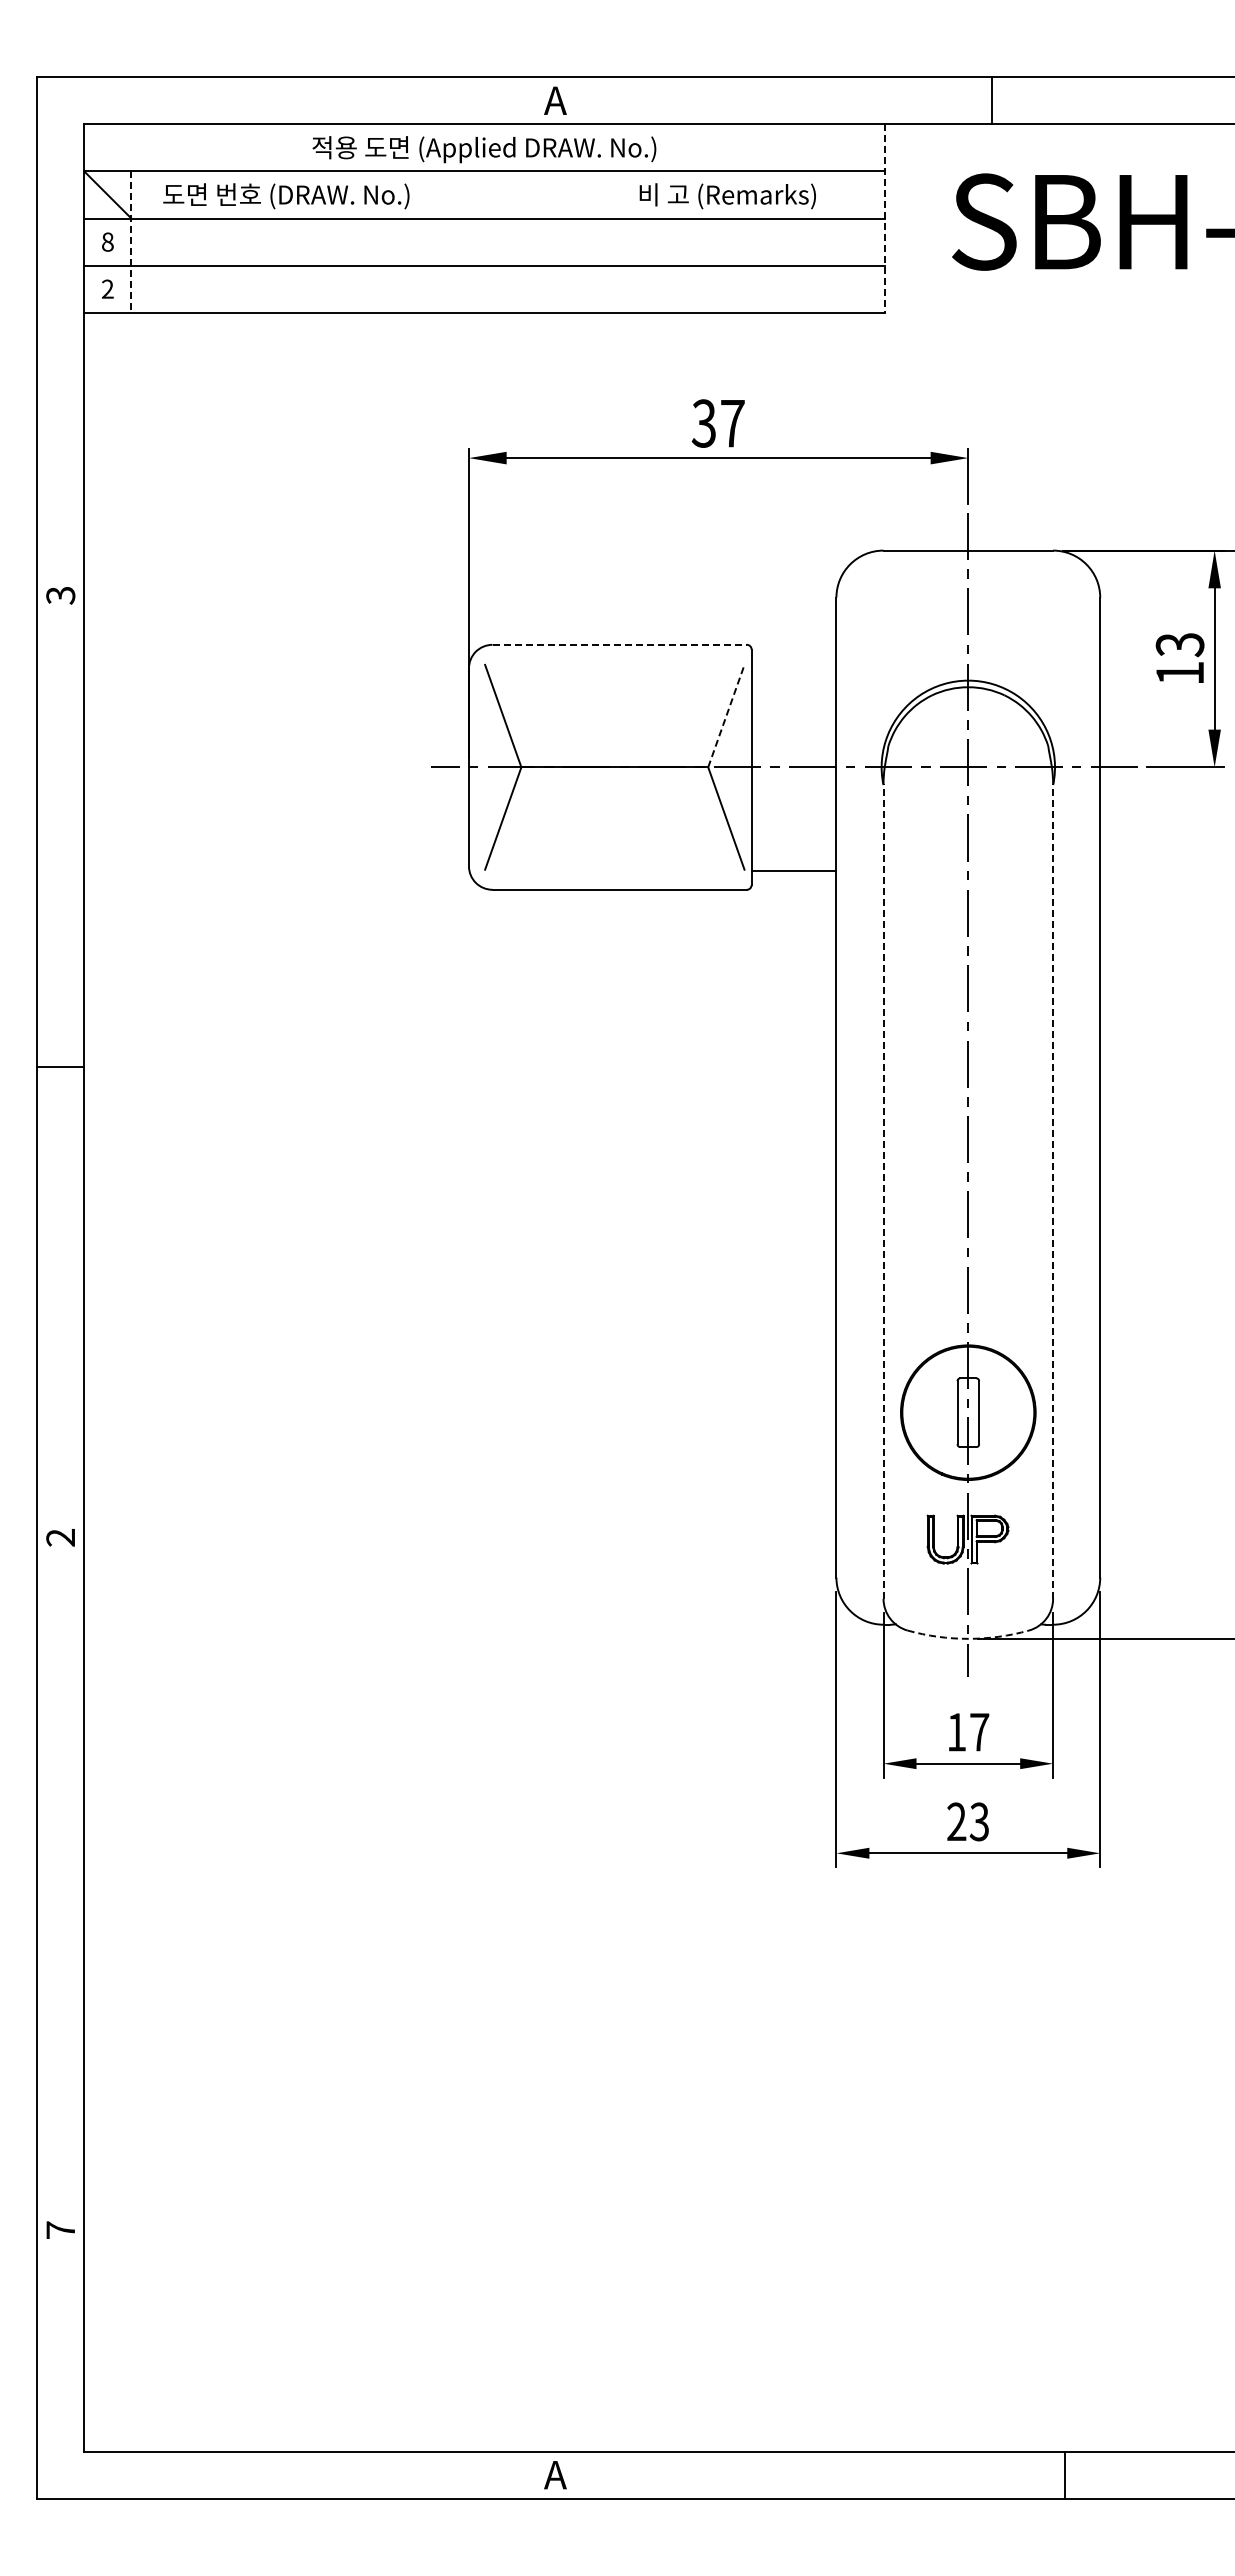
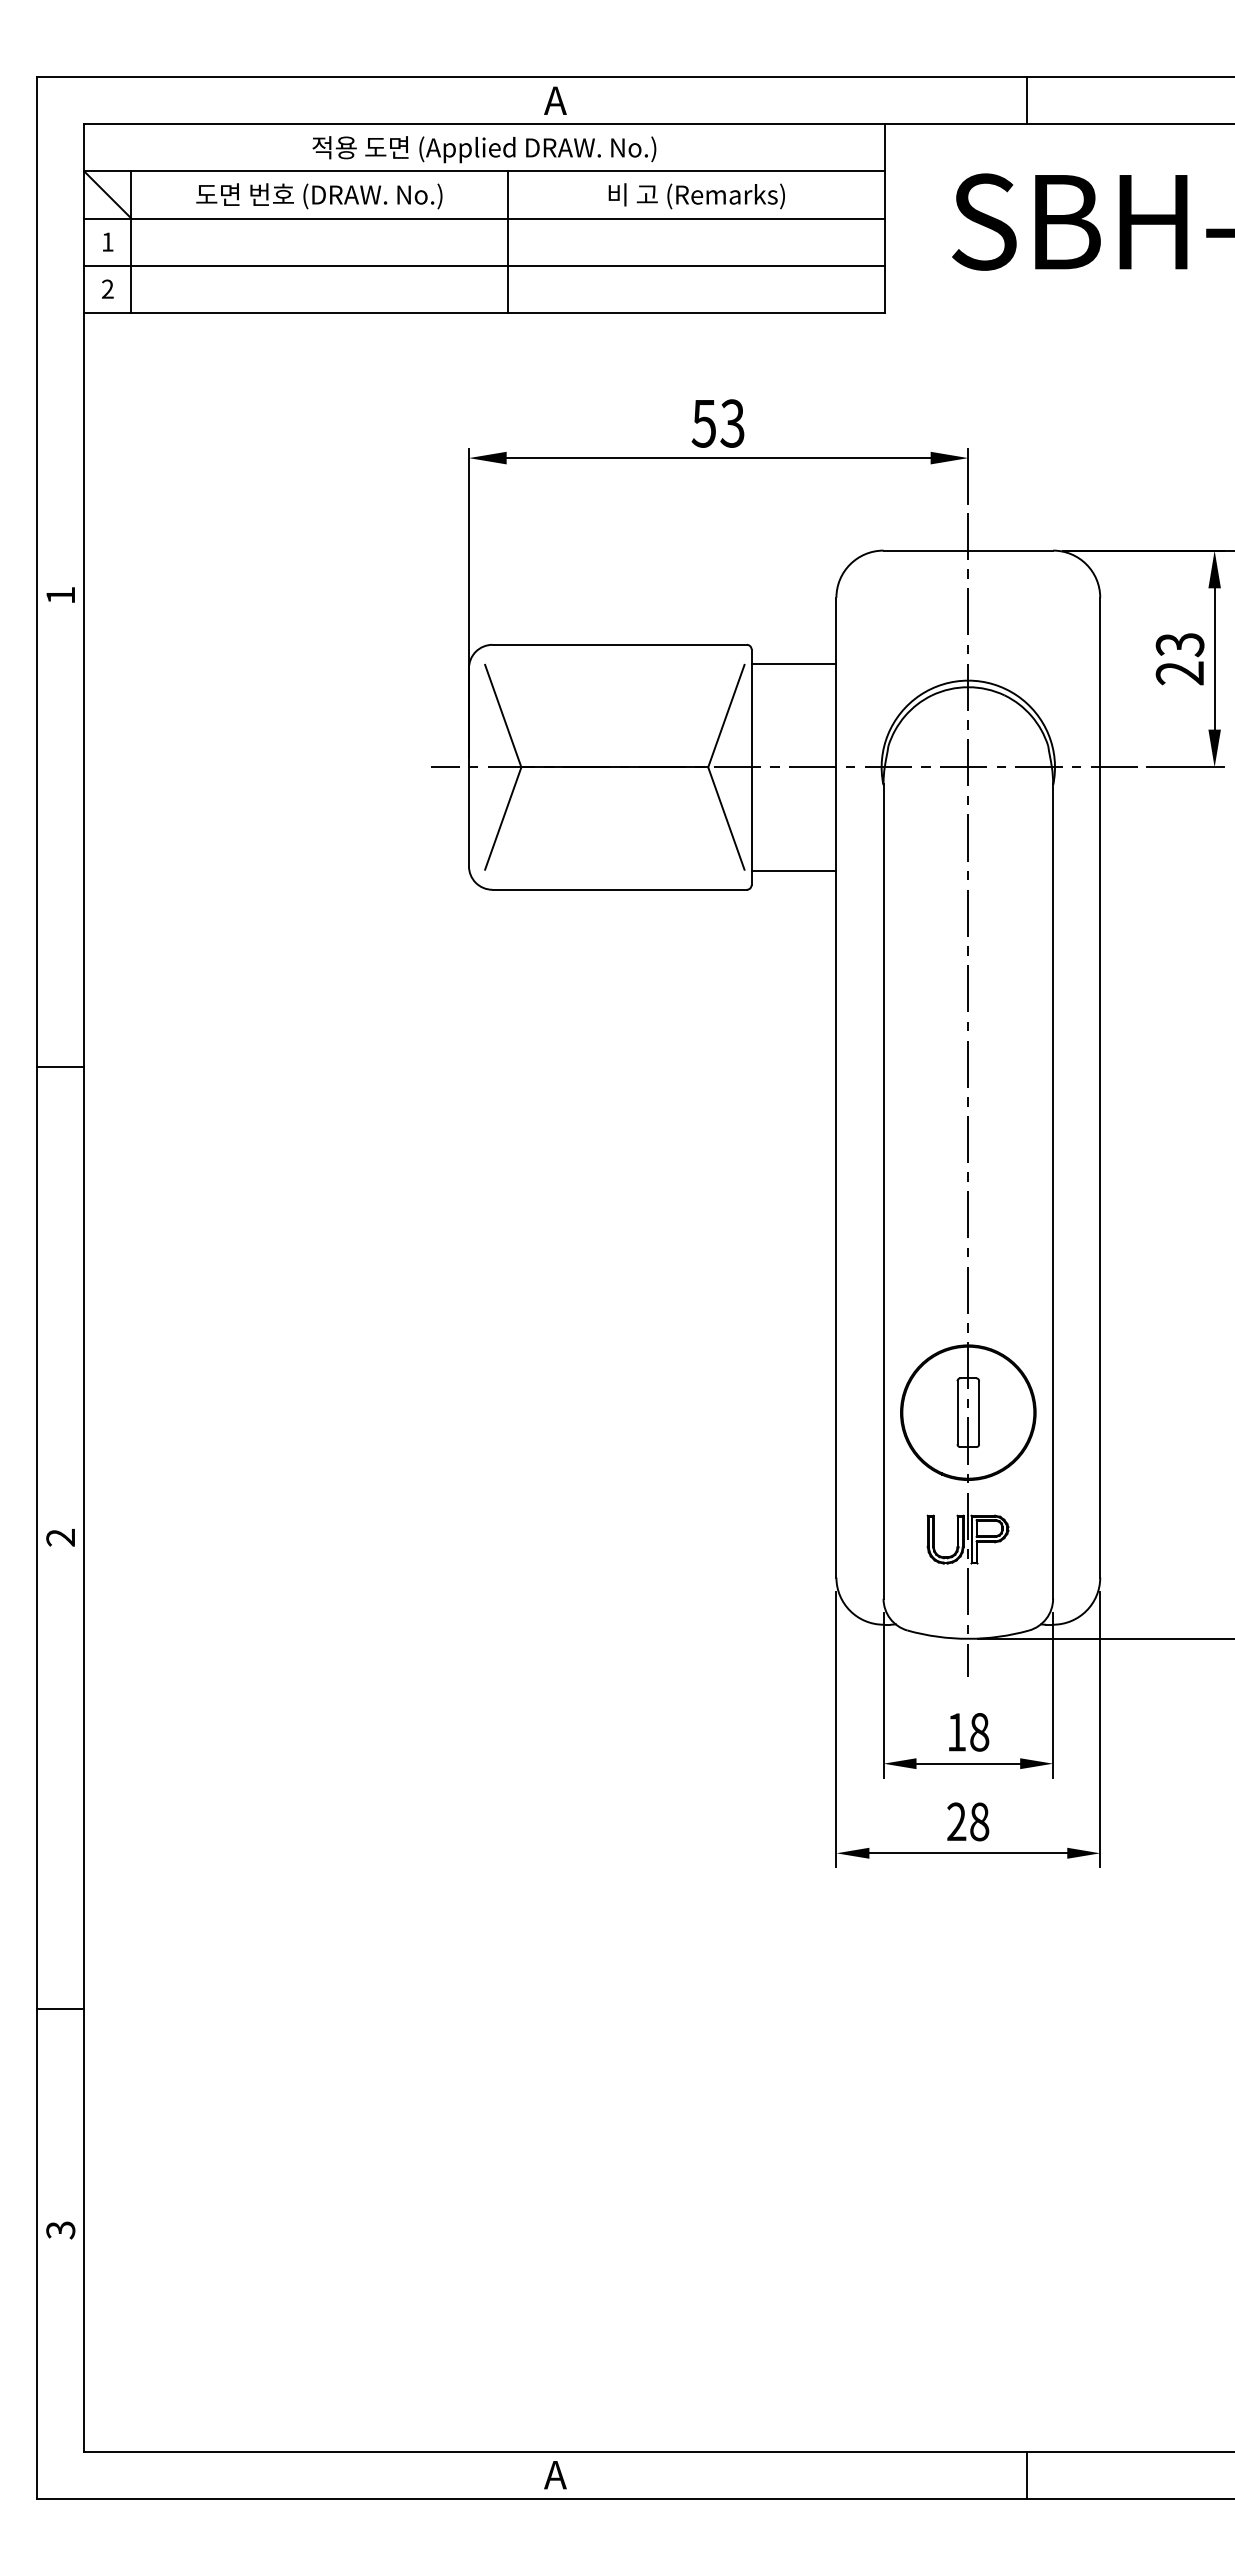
line at (991, 100) position: (991, 100) -> (1026, 100)
text at (286, 196) position: (286, 196) -> (319, 196)
text at (727, 196) position: (727, 196) -> (696, 196)
line at (885, 219): dashed -> solid
text at (107, 241): 8 -> 1
line at (508, 241): none -> present
line at (131, 242): dashed -> solid
text at (718, 423): 37 -> 53
text at (60, 595): 3 -> 1
line at (620, 644): dashed -> solid
line at (793, 663): none -> present
text at (1179, 673): 13 -> 23
line at (726, 715): dashed -> solid
line at (883, 1190): dashed -> solid
line at (1053, 1190): dashed -> solid
arc at (968, 1638): dashed -> solid
text at (979, 1732): 17 -> 18
text at (979, 1821): 23 -> 28
line at (60, 2008): none -> present
text at (60, 2230): 7 -> 3
line at (1064, 2474) position: (1064, 2474) -> (1026, 2474)
